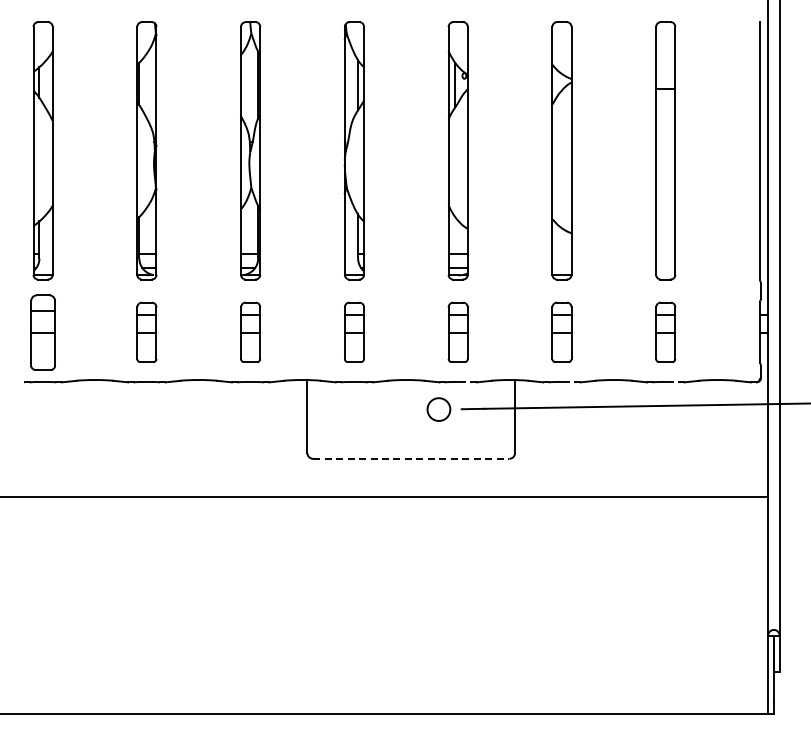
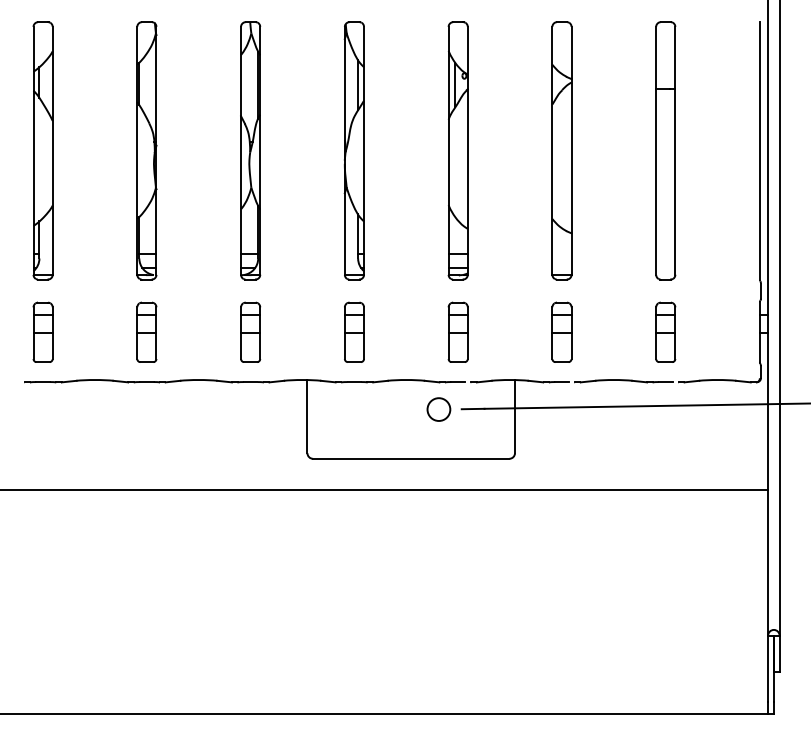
part at (42, 332) size: 26x77 px -> 22x62 px
line at (411, 458): dashed -> solid
line at (385, 496) position: (385, 496) -> (385, 489)
